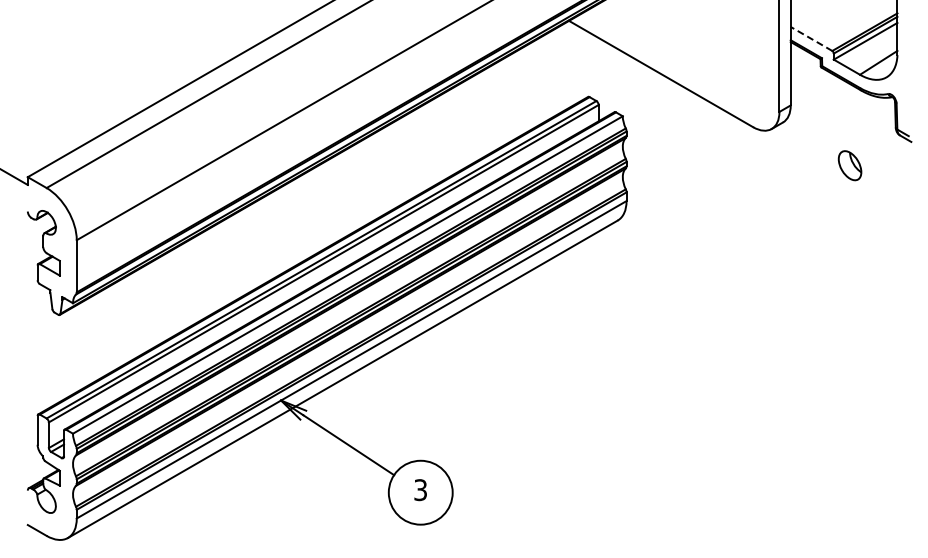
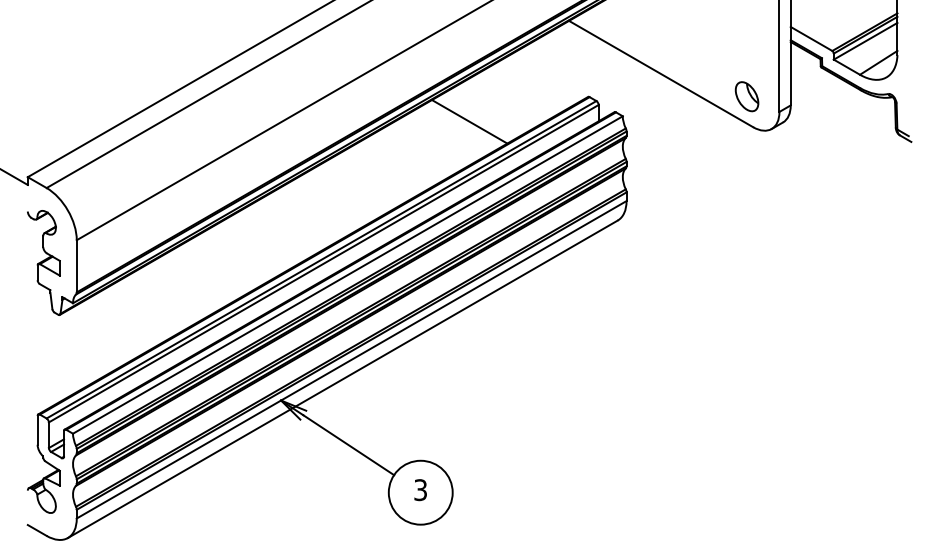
line at (811, 38): dashed -> solid
line at (469, 121): none -> present
part at (849, 165) position: (849, 165) -> (746, 96)
